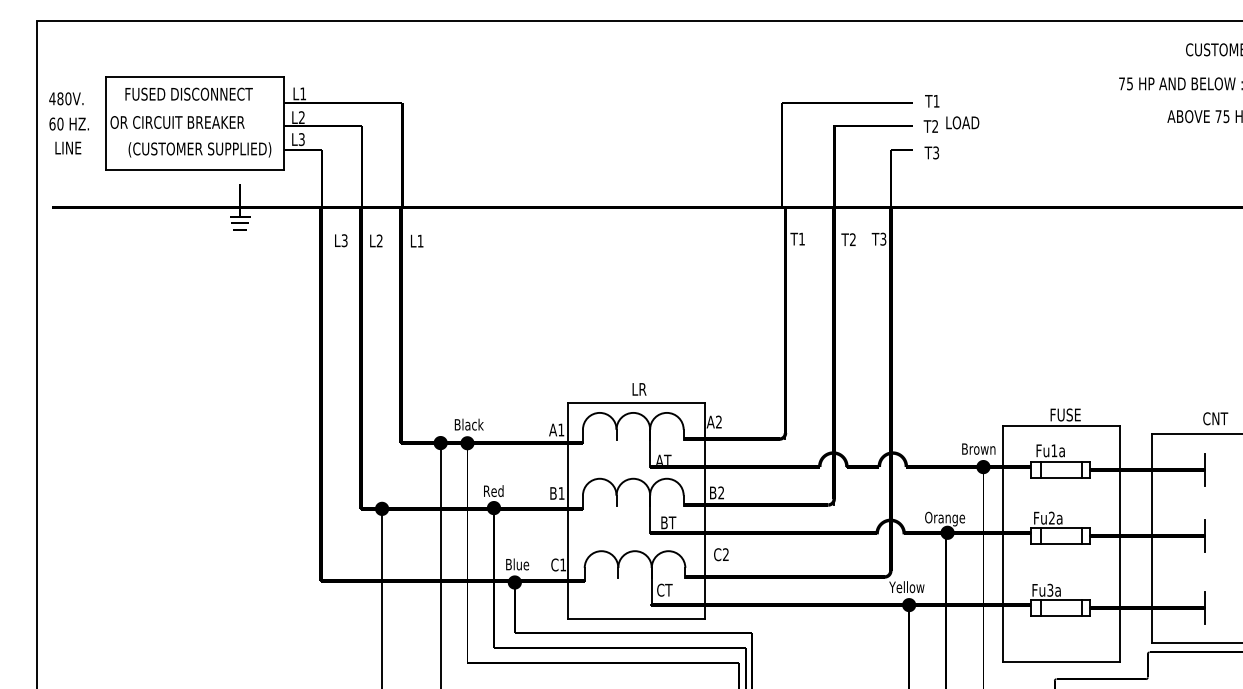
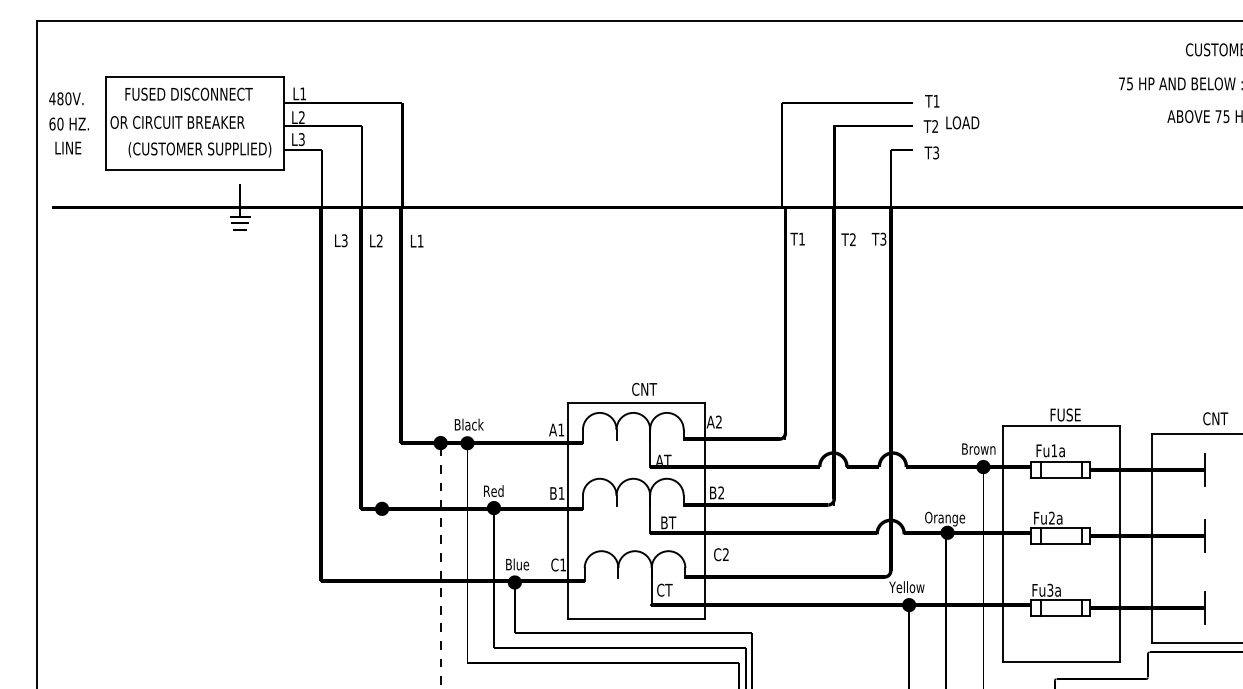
text at (644, 388): LR -> CNT
line at (440, 565): solid -> dashed
line at (382, 596): present -> none
